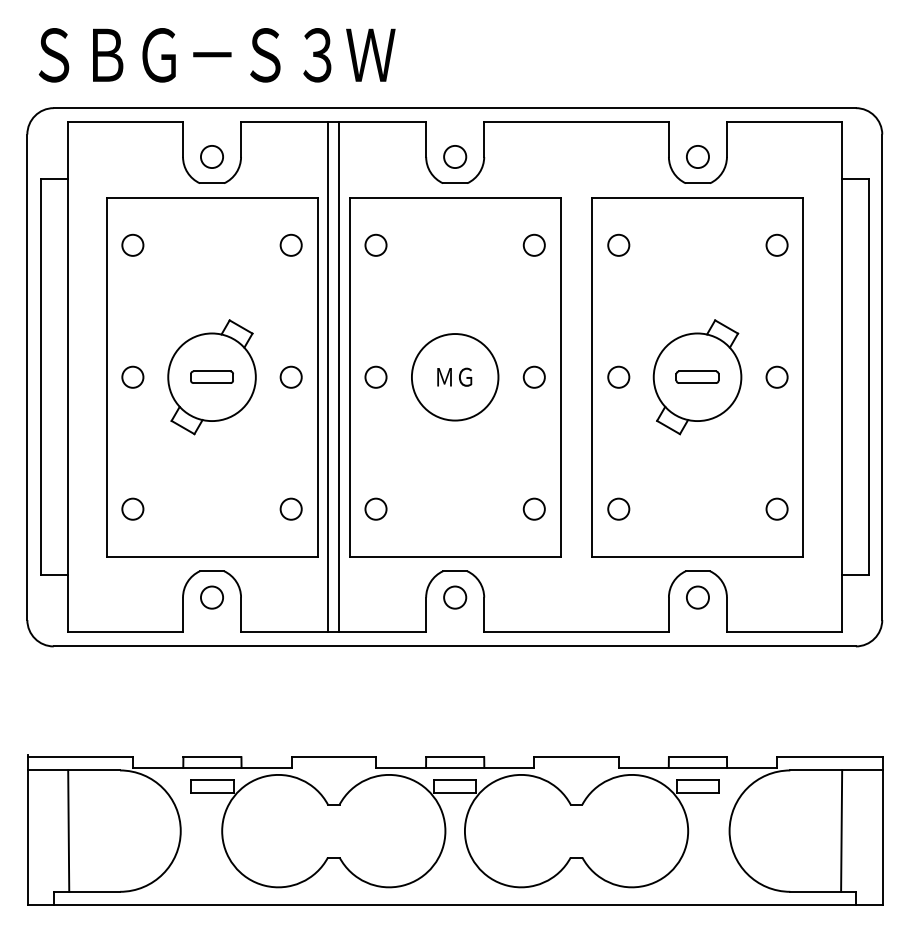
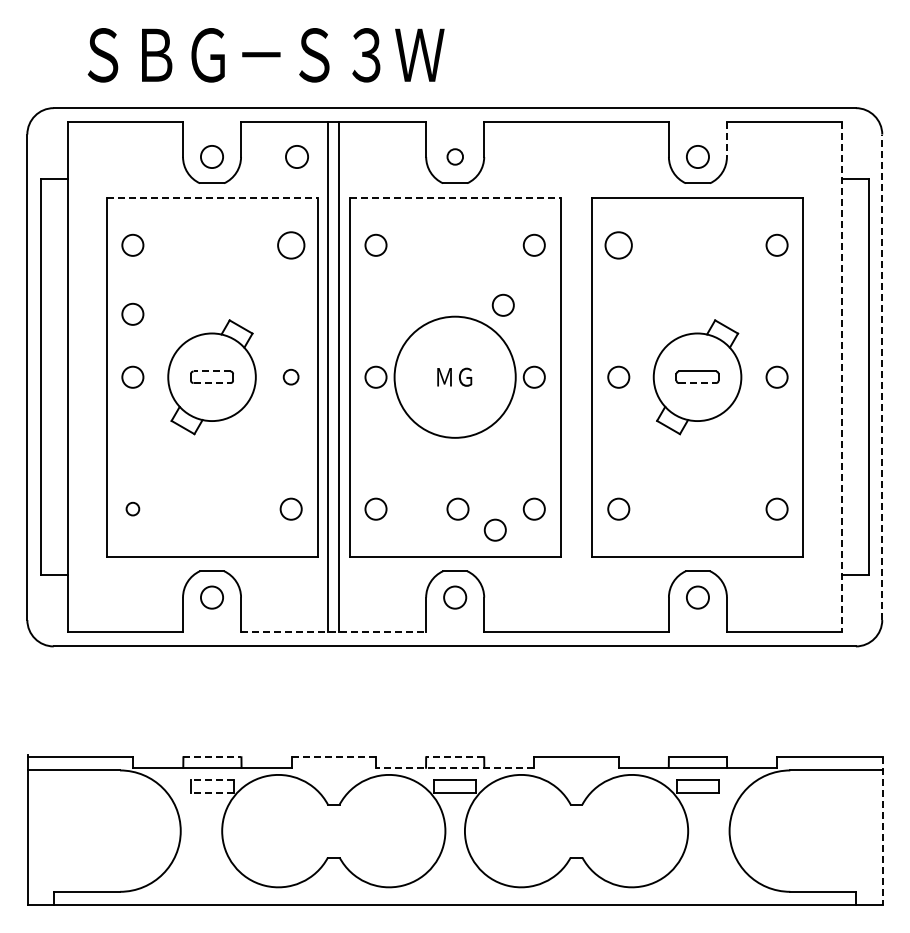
text at (216, 55) position: (216, 55) -> (265, 55)
line at (726, 140): solid -> dashed
circle at (296, 156): none -> present
circle at (455, 156) size: 25x24 px -> 18x18 px
line at (212, 197): solid -> dashed
line at (455, 197): solid -> dashed
circle at (290, 244) size: 24x24 px -> 29x29 px
circle at (618, 244) size: 24x24 px -> 29x29 px
circle at (502, 304): none -> present
circle at (132, 313): none -> present
line at (211, 371): solid -> dashed
circle at (290, 376) size: 24x24 px -> 18x18 px
circle at (454, 377) diameter: 87 px -> 121 px
line at (841, 377): solid -> dashed
line at (882, 377): solid -> dashed
line at (212, 383): solid -> dashed
line at (698, 383): solid -> dashed
circle at (132, 508) size: 24x24 px -> 16x16 px
circle at (457, 508): none -> present
circle at (494, 529): none -> present
line at (333, 632): solid -> dashed
line at (212, 757): solid -> dashed
line at (334, 757): solid -> dashed
line at (454, 757): solid -> dashed
line at (454, 767): solid -> dashed
line at (211, 779): solid -> dashed
line at (211, 792): solid -> dashed
line at (68, 830): present -> none
line at (841, 830): present -> none
line at (882, 831): solid -> dashed
